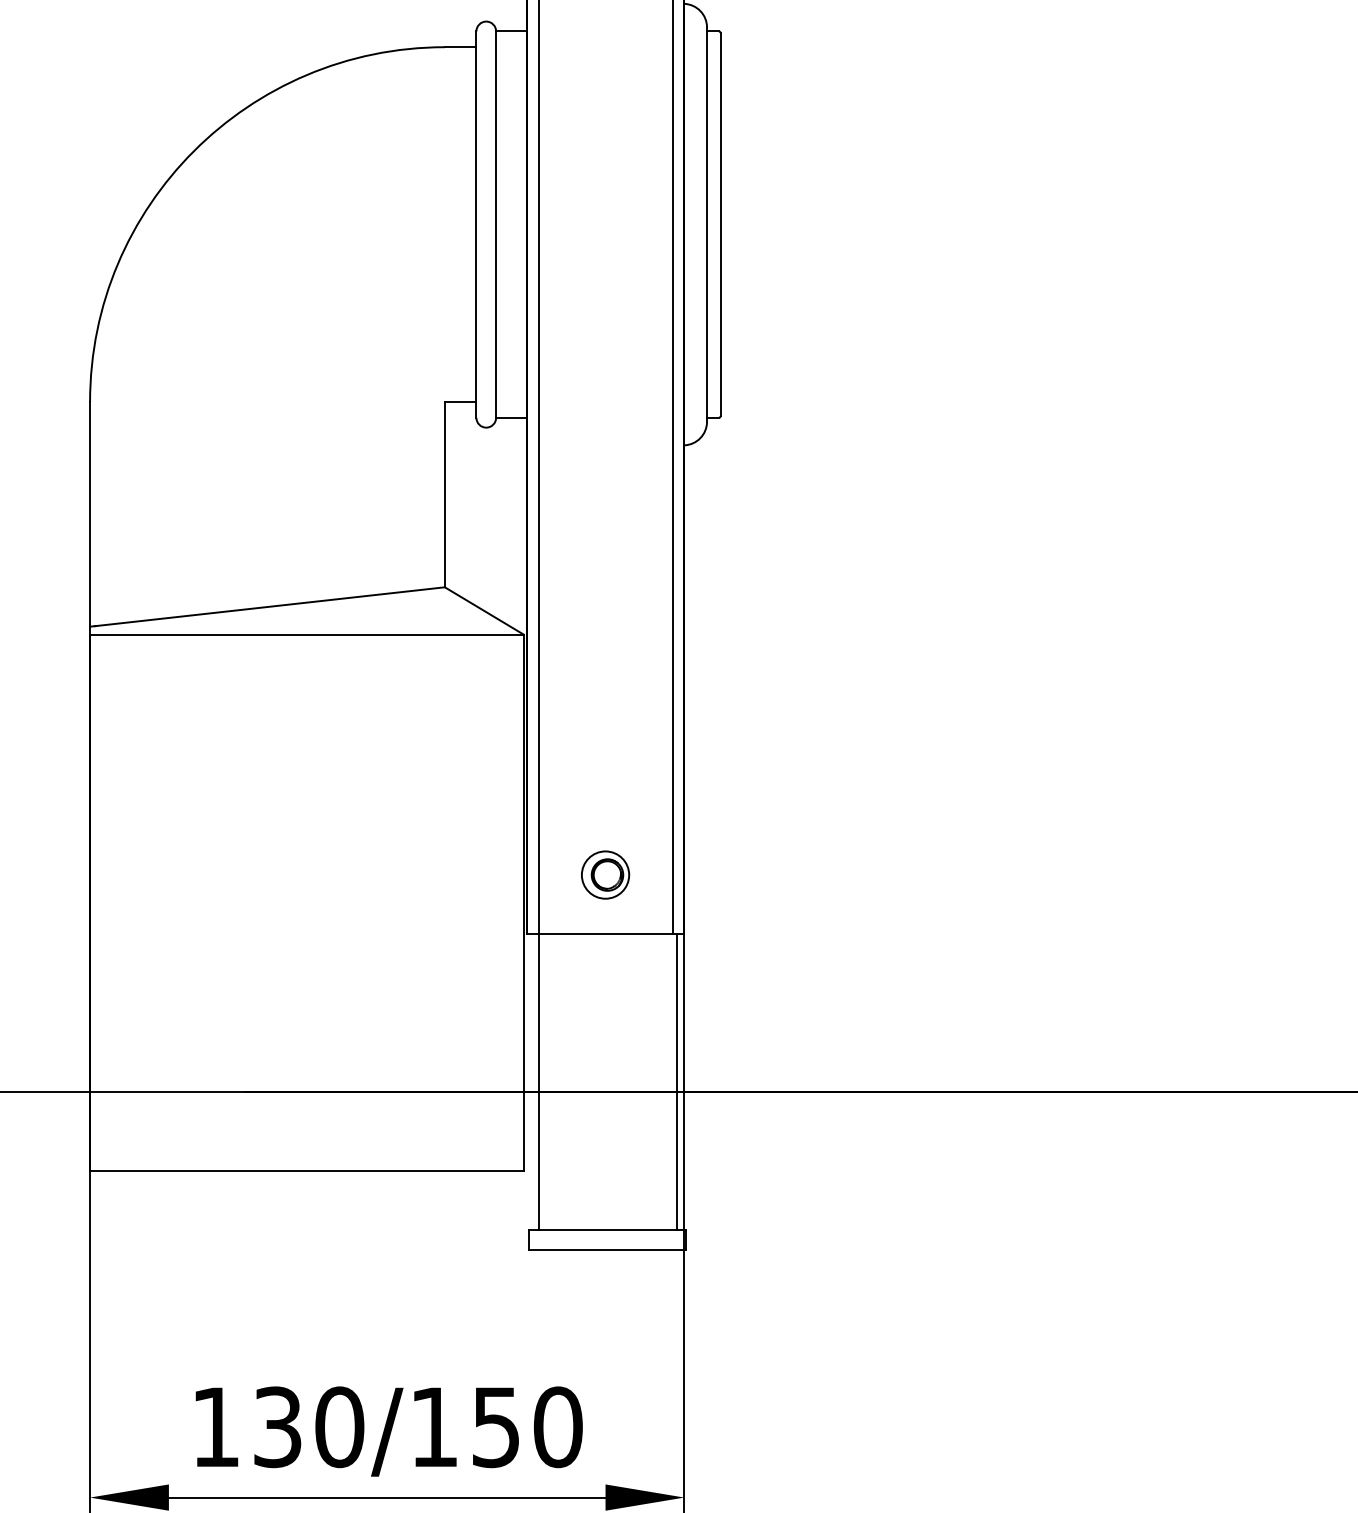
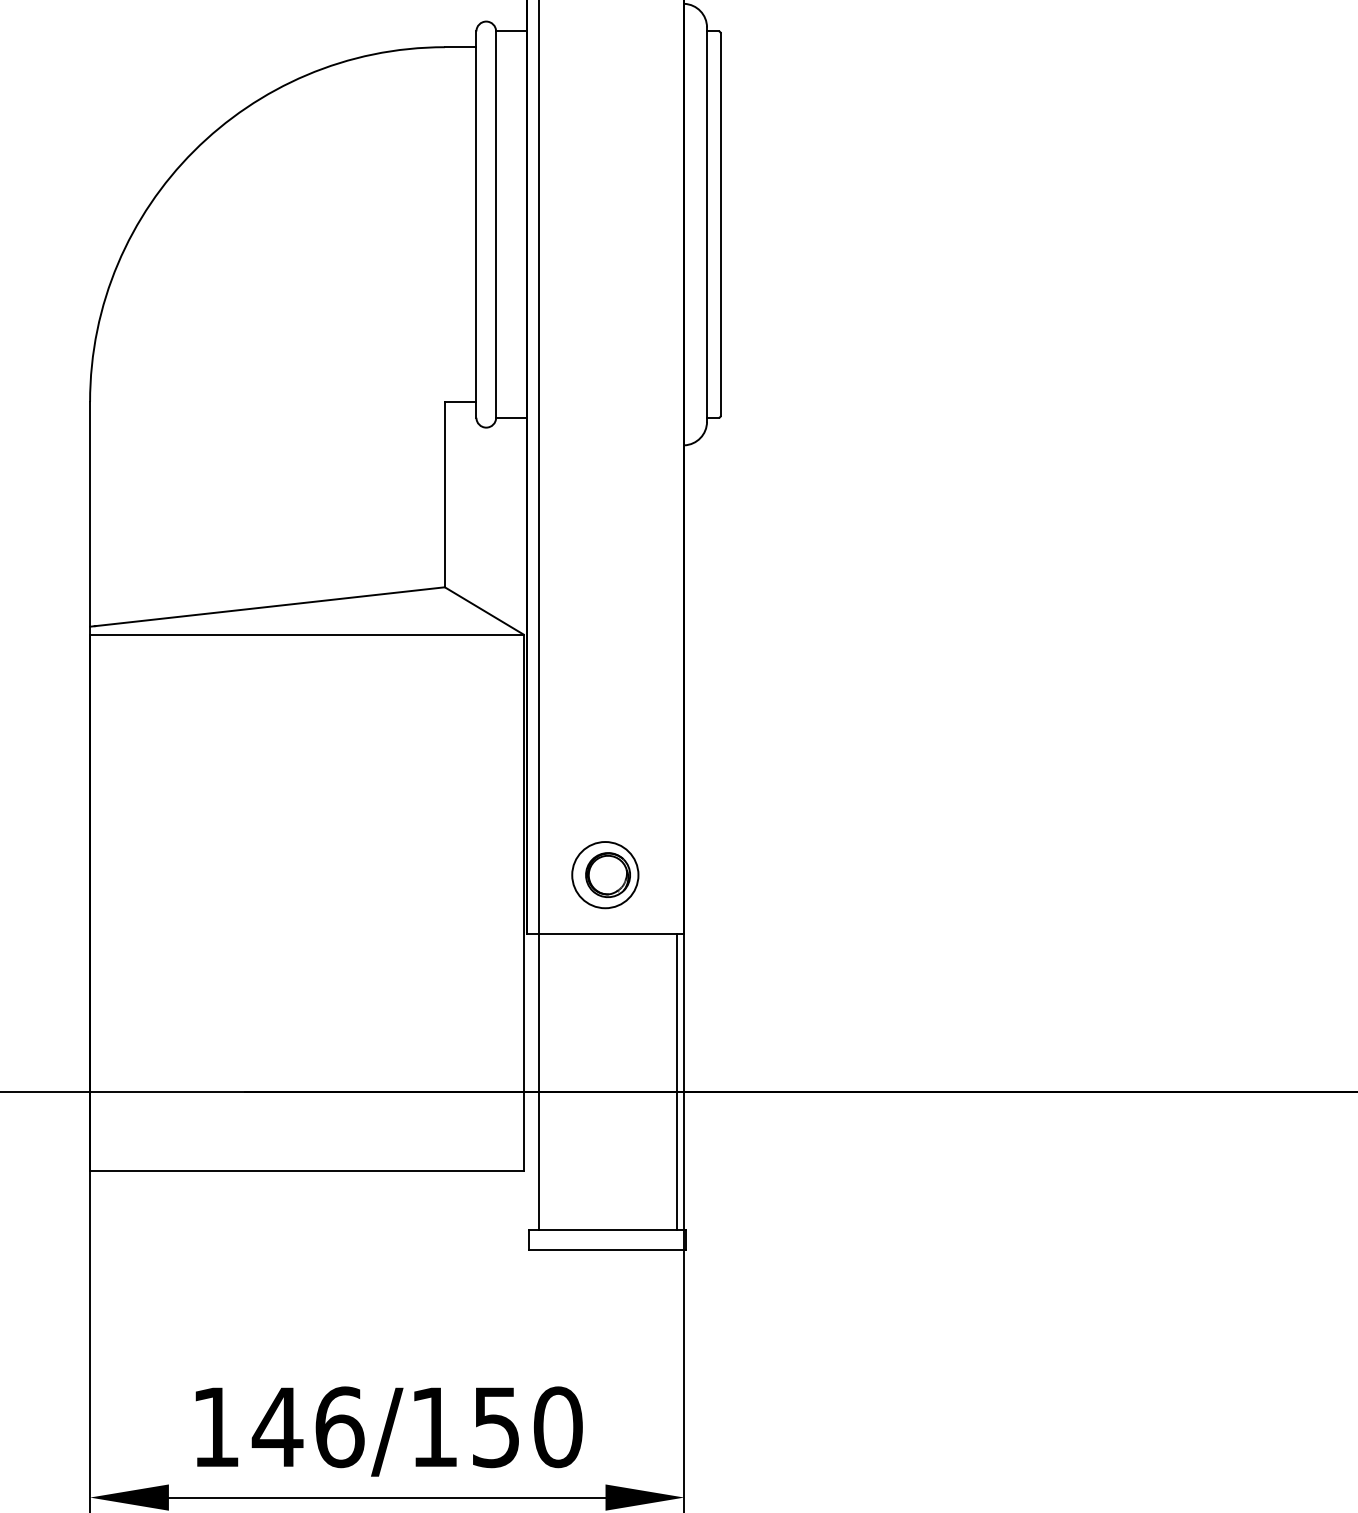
line at (672, 468): present -> none
part at (605, 874) size: 50x50 px -> 69x69 px
text at (307, 1427): 130/150 -> 146/150
